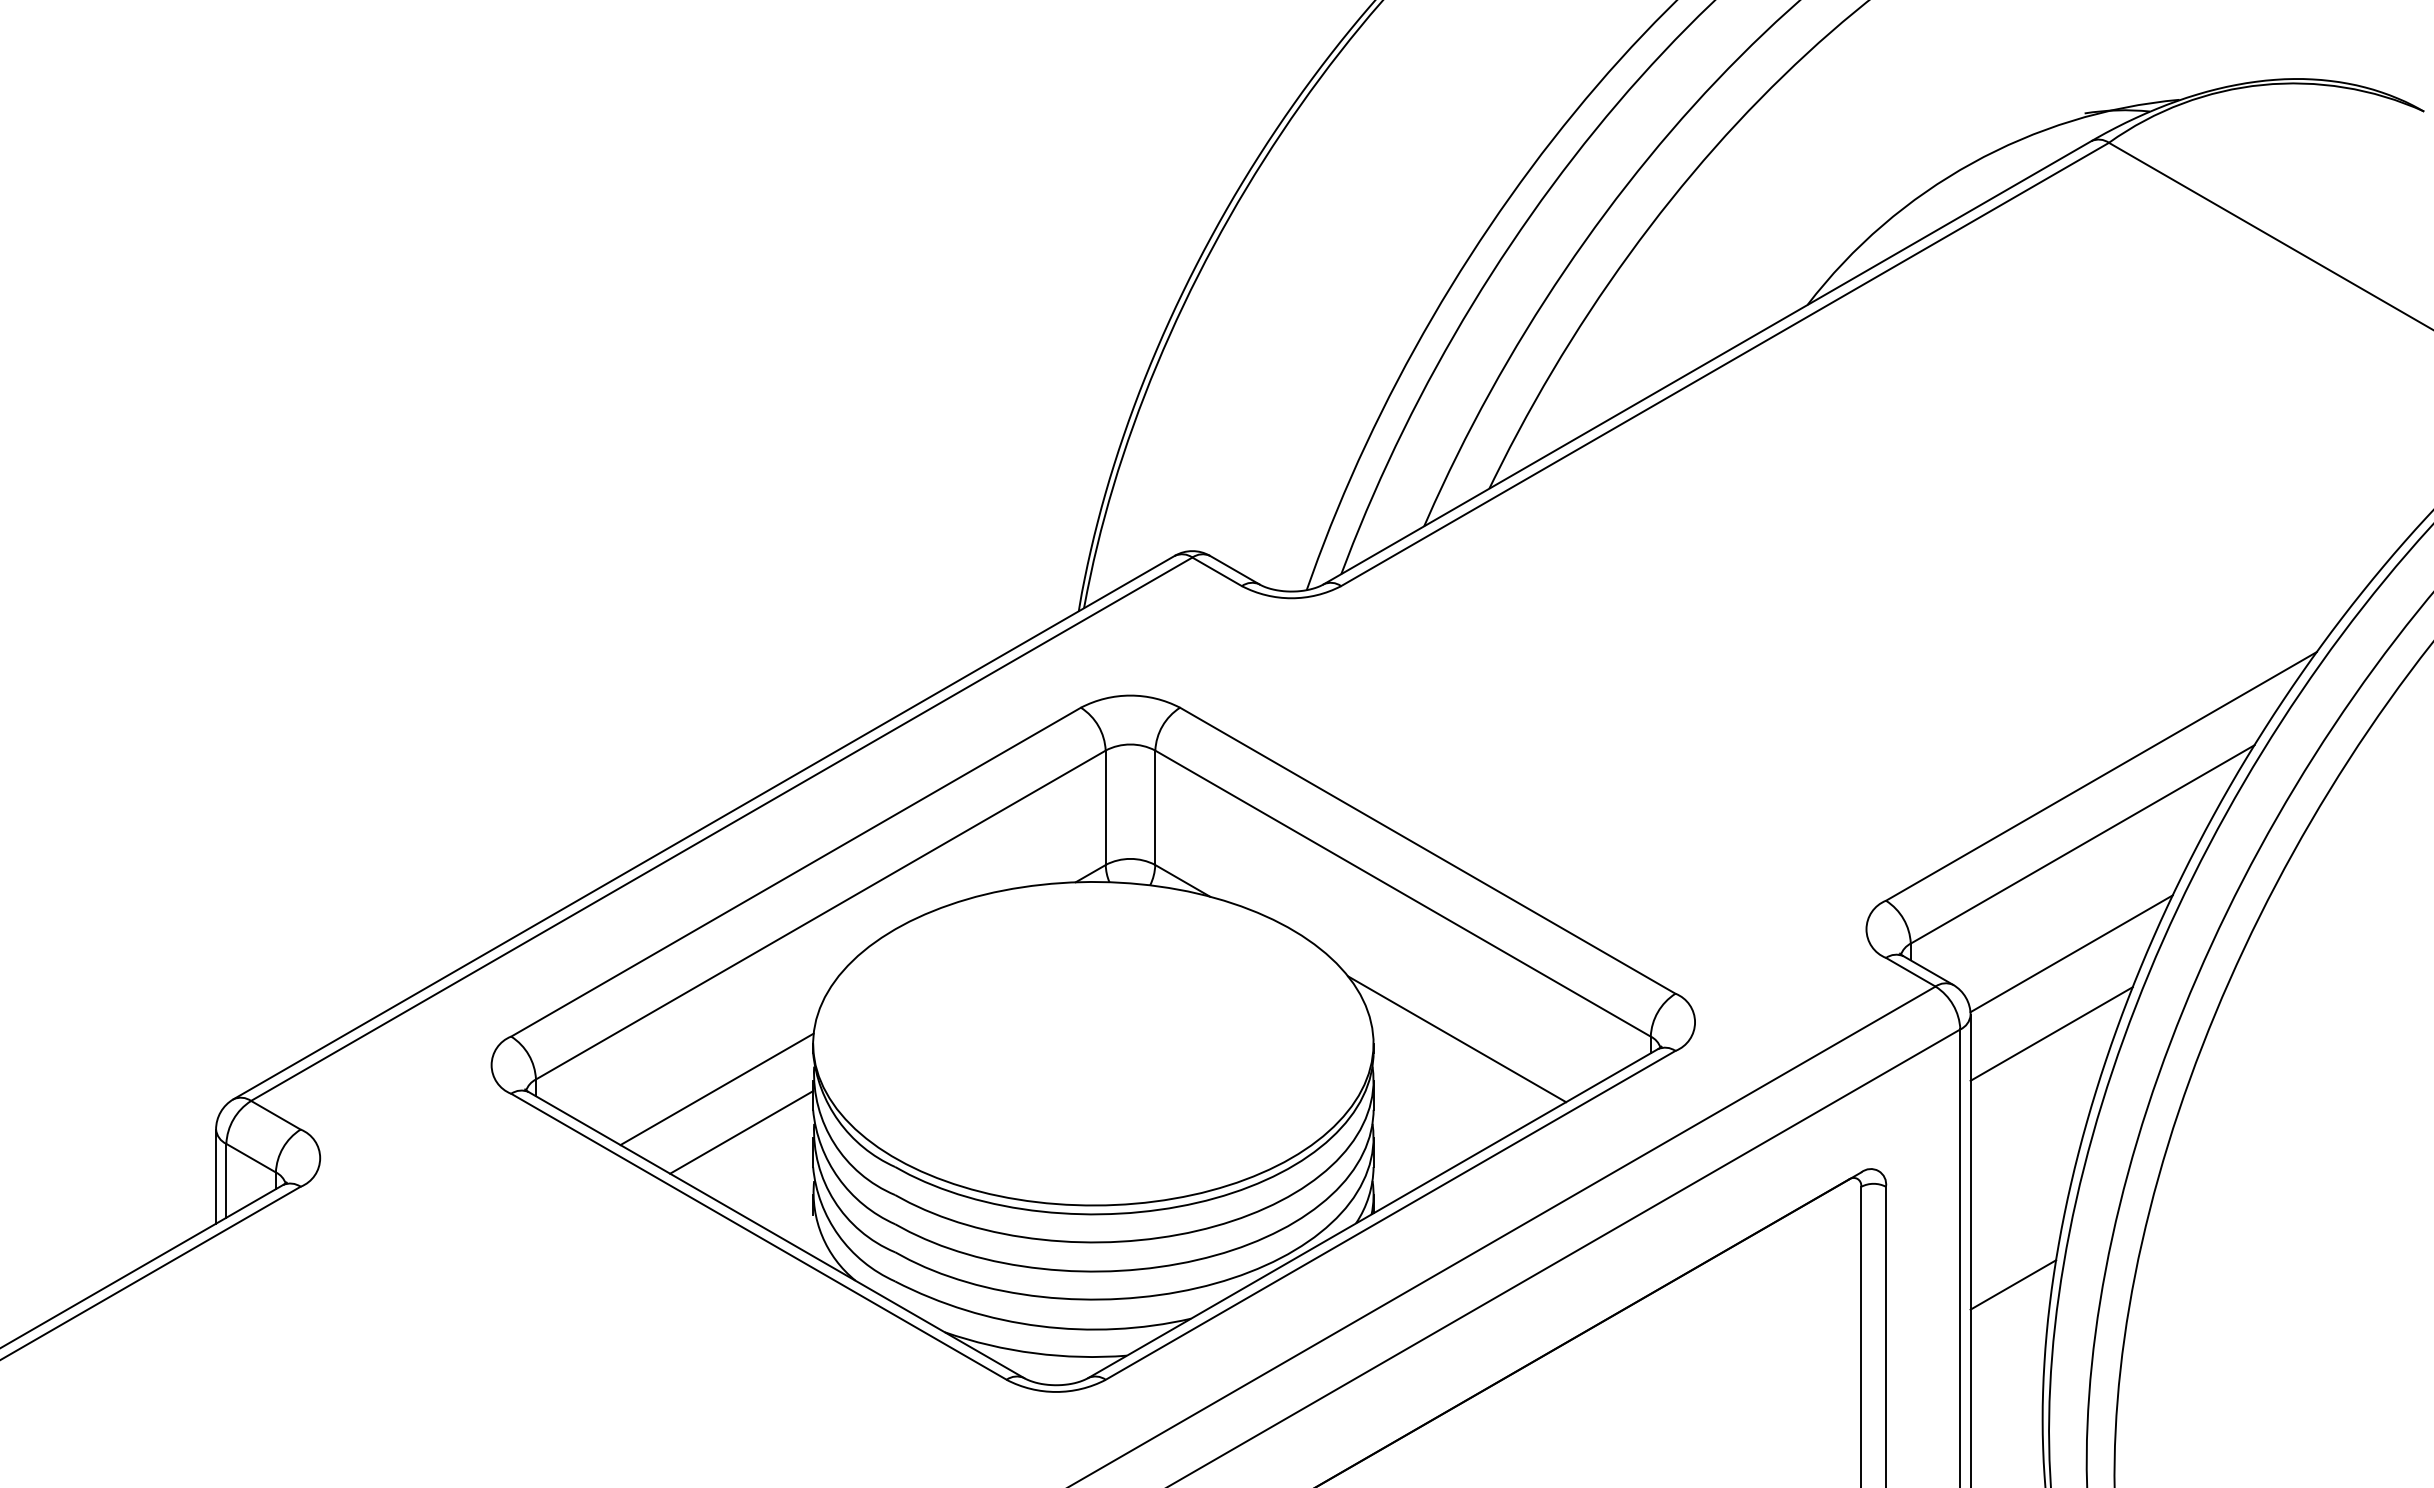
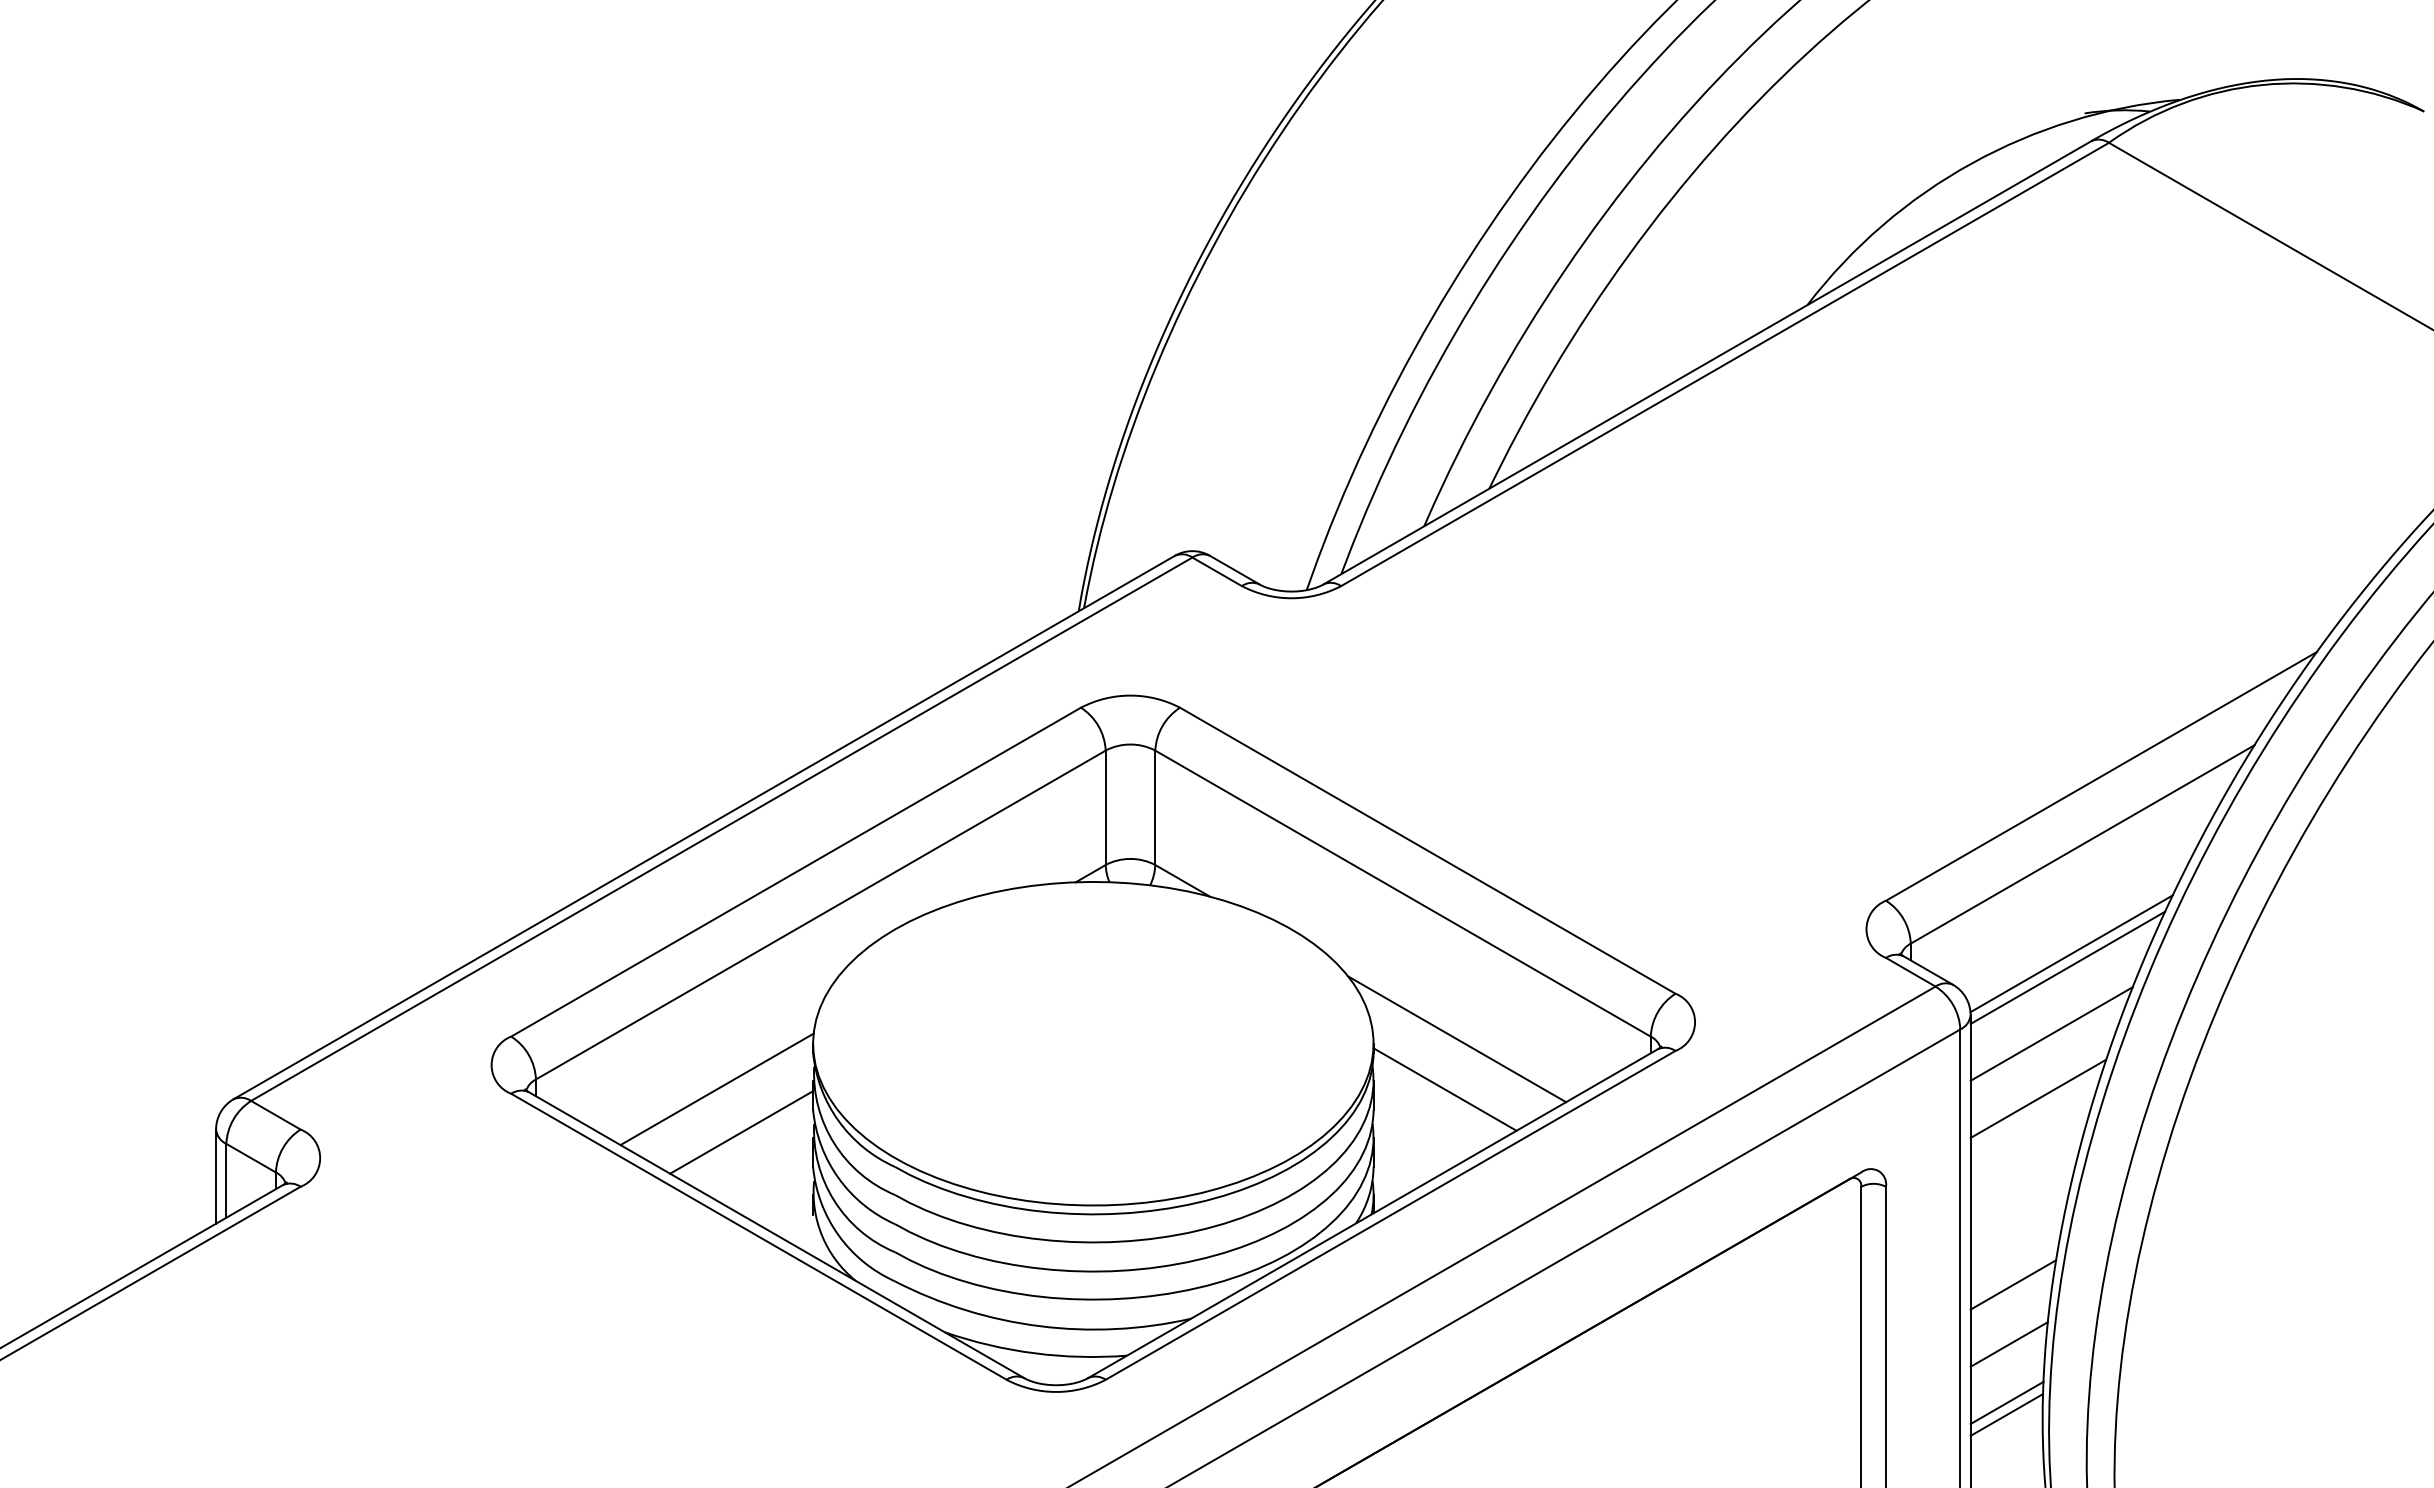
line at (2067, 967): none -> present
line at (1444, 1089): none -> present
line at (2038, 1098): none -> present
line at (2008, 1344): none -> present
line at (2006, 1402): none -> present
line at (2006, 1414): none -> present
